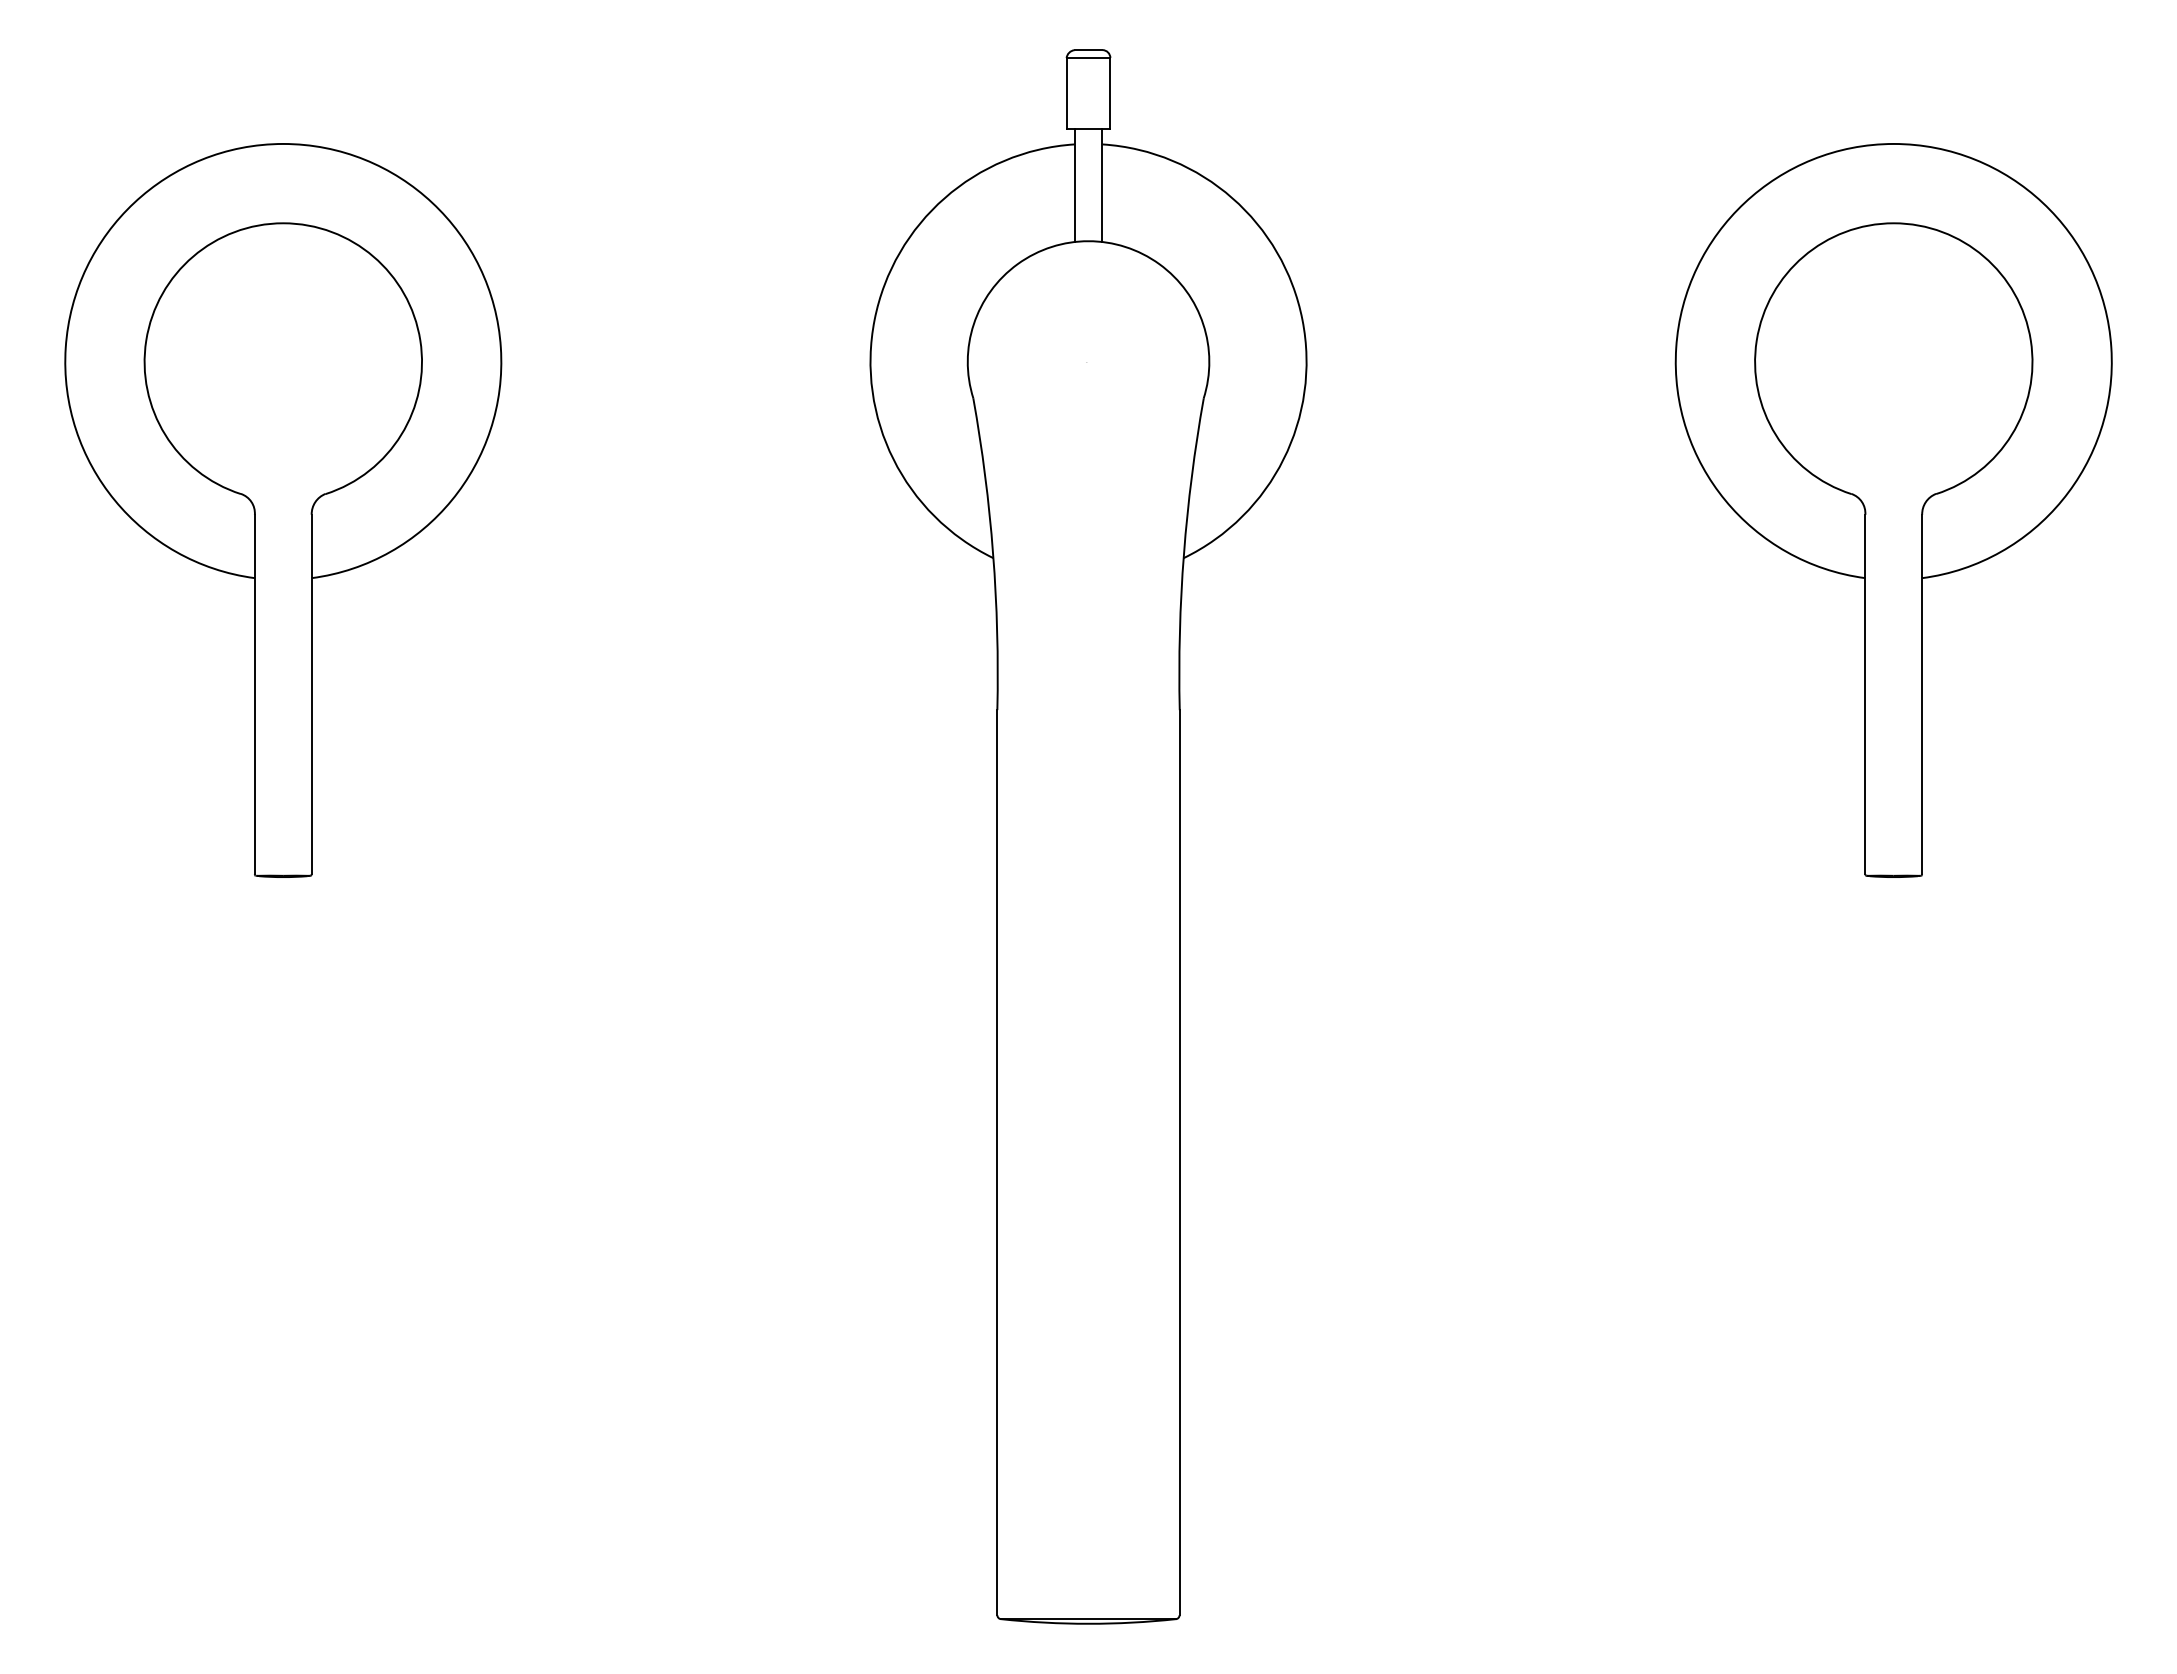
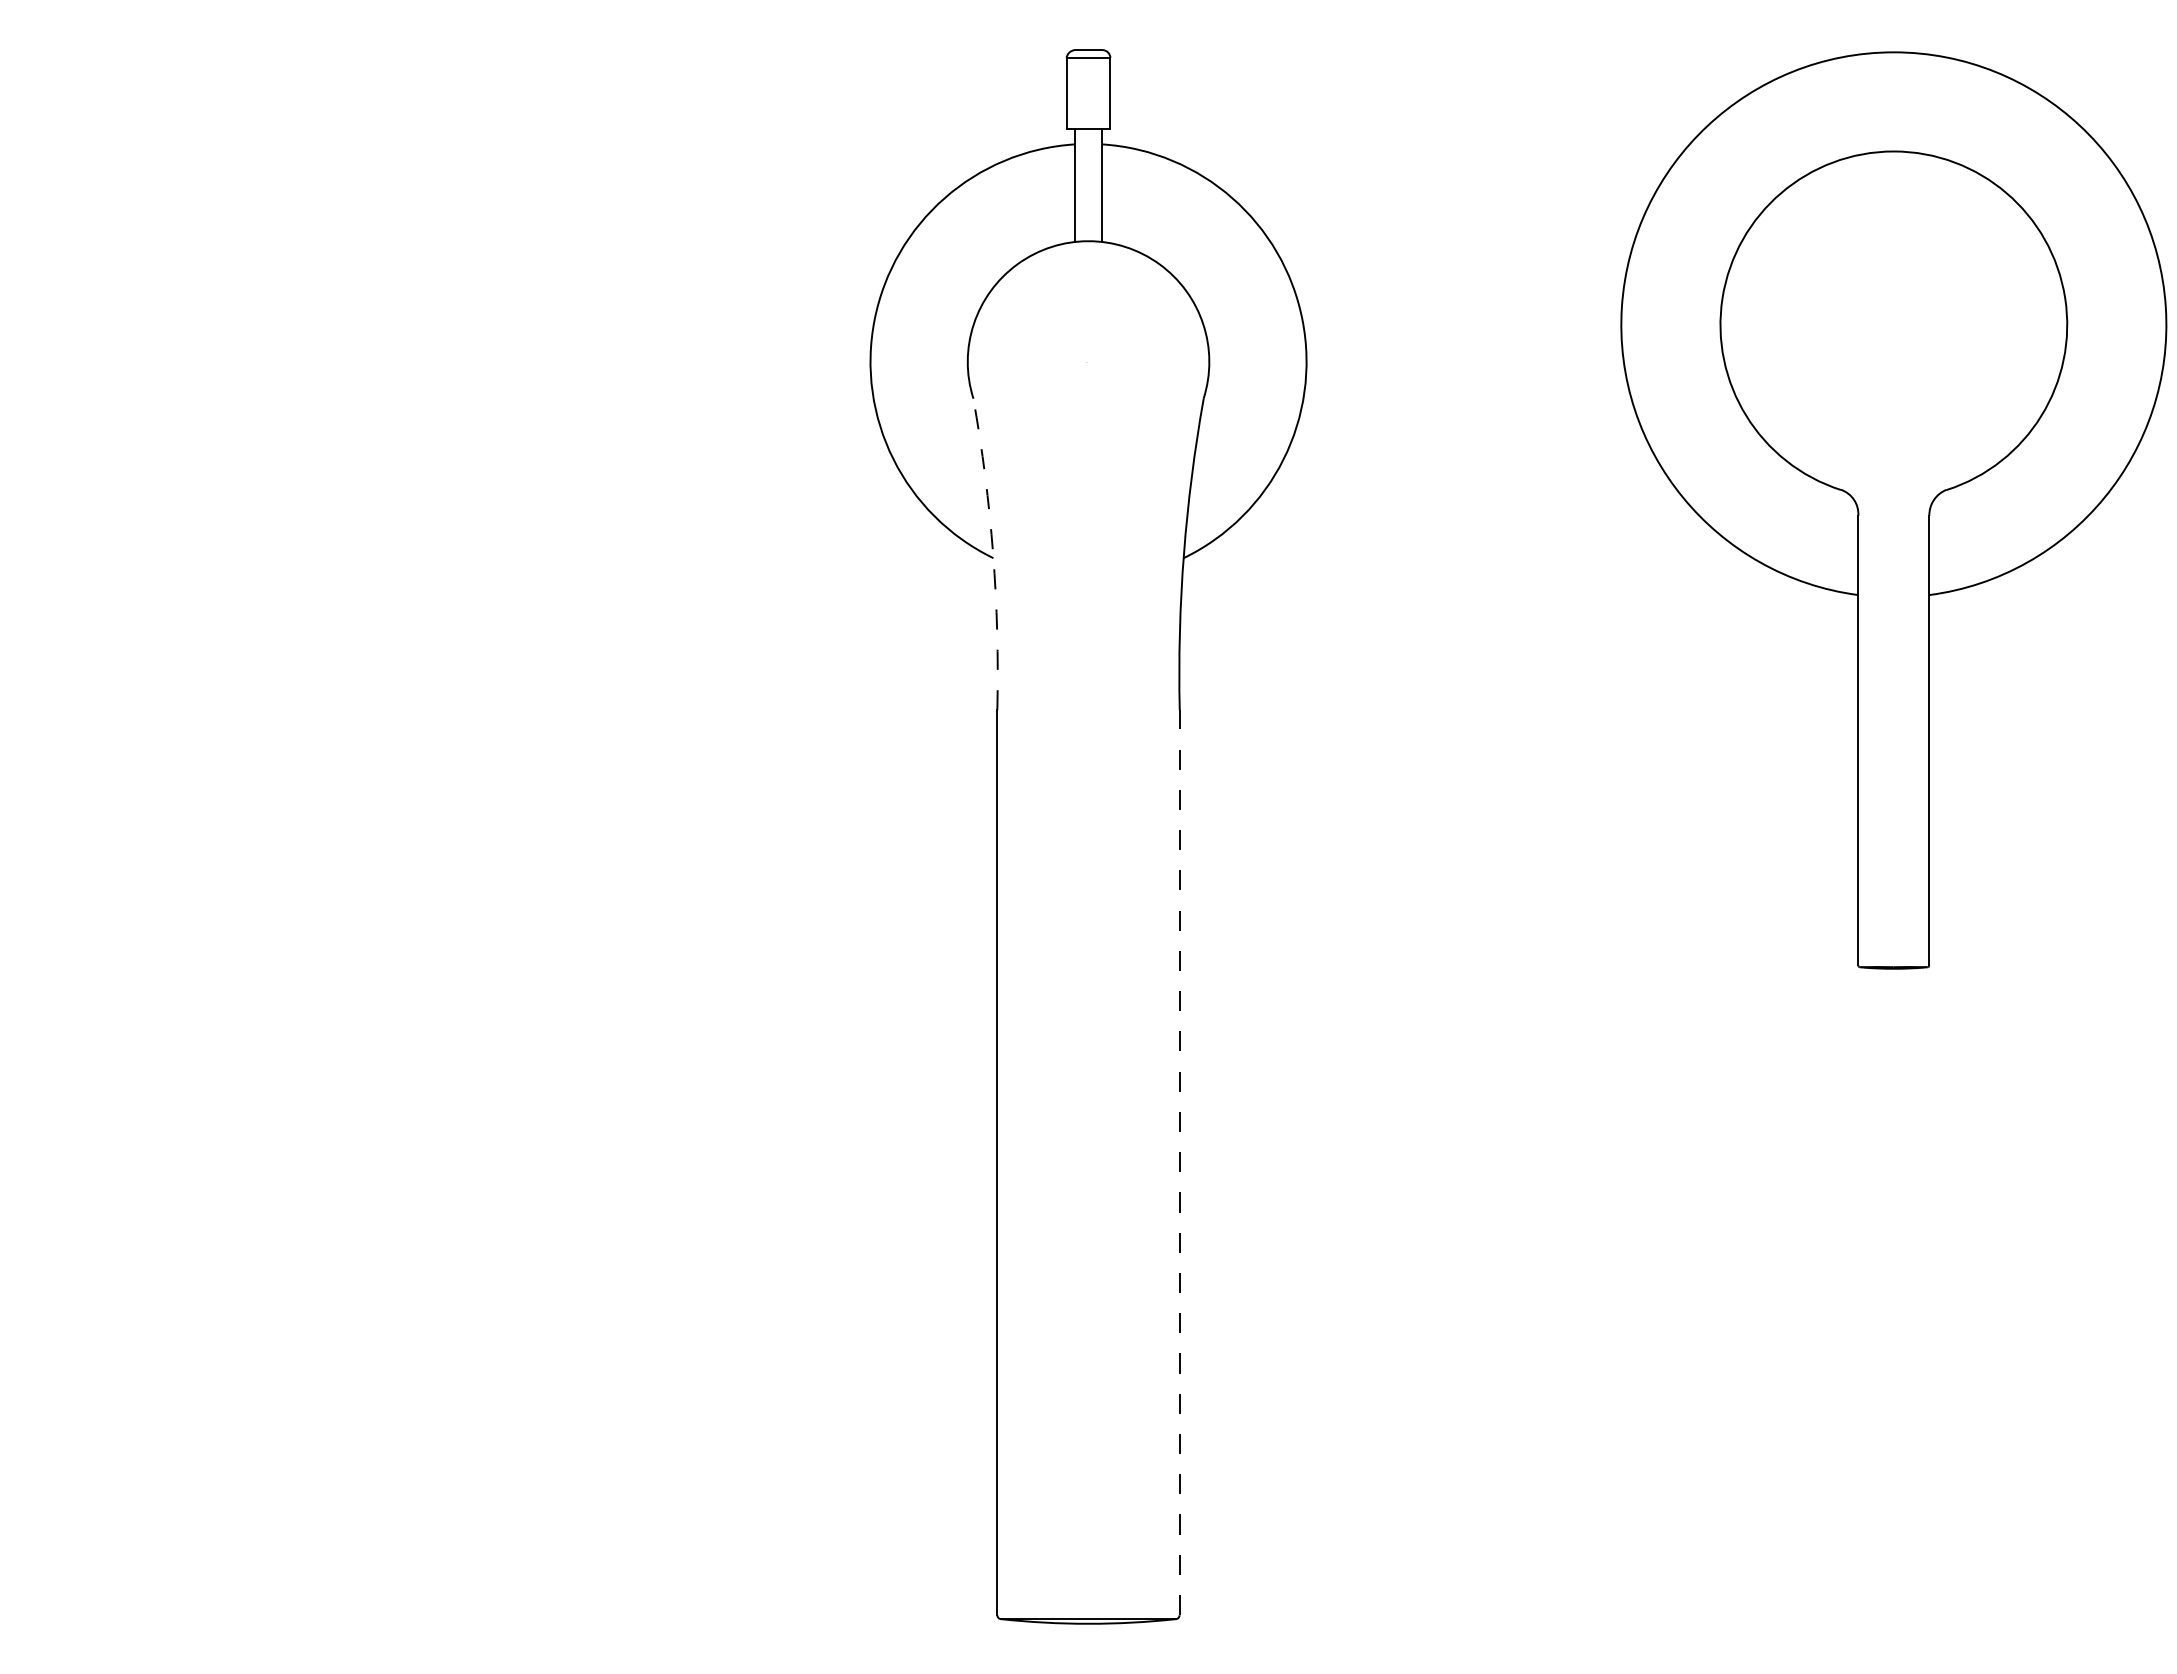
part at (283, 510): present -> none
part at (1893, 510) size: 439x735 px -> 548x919 px
arc at (993, 553): solid -> dashed
line at (1179, 1162): solid -> dashed
